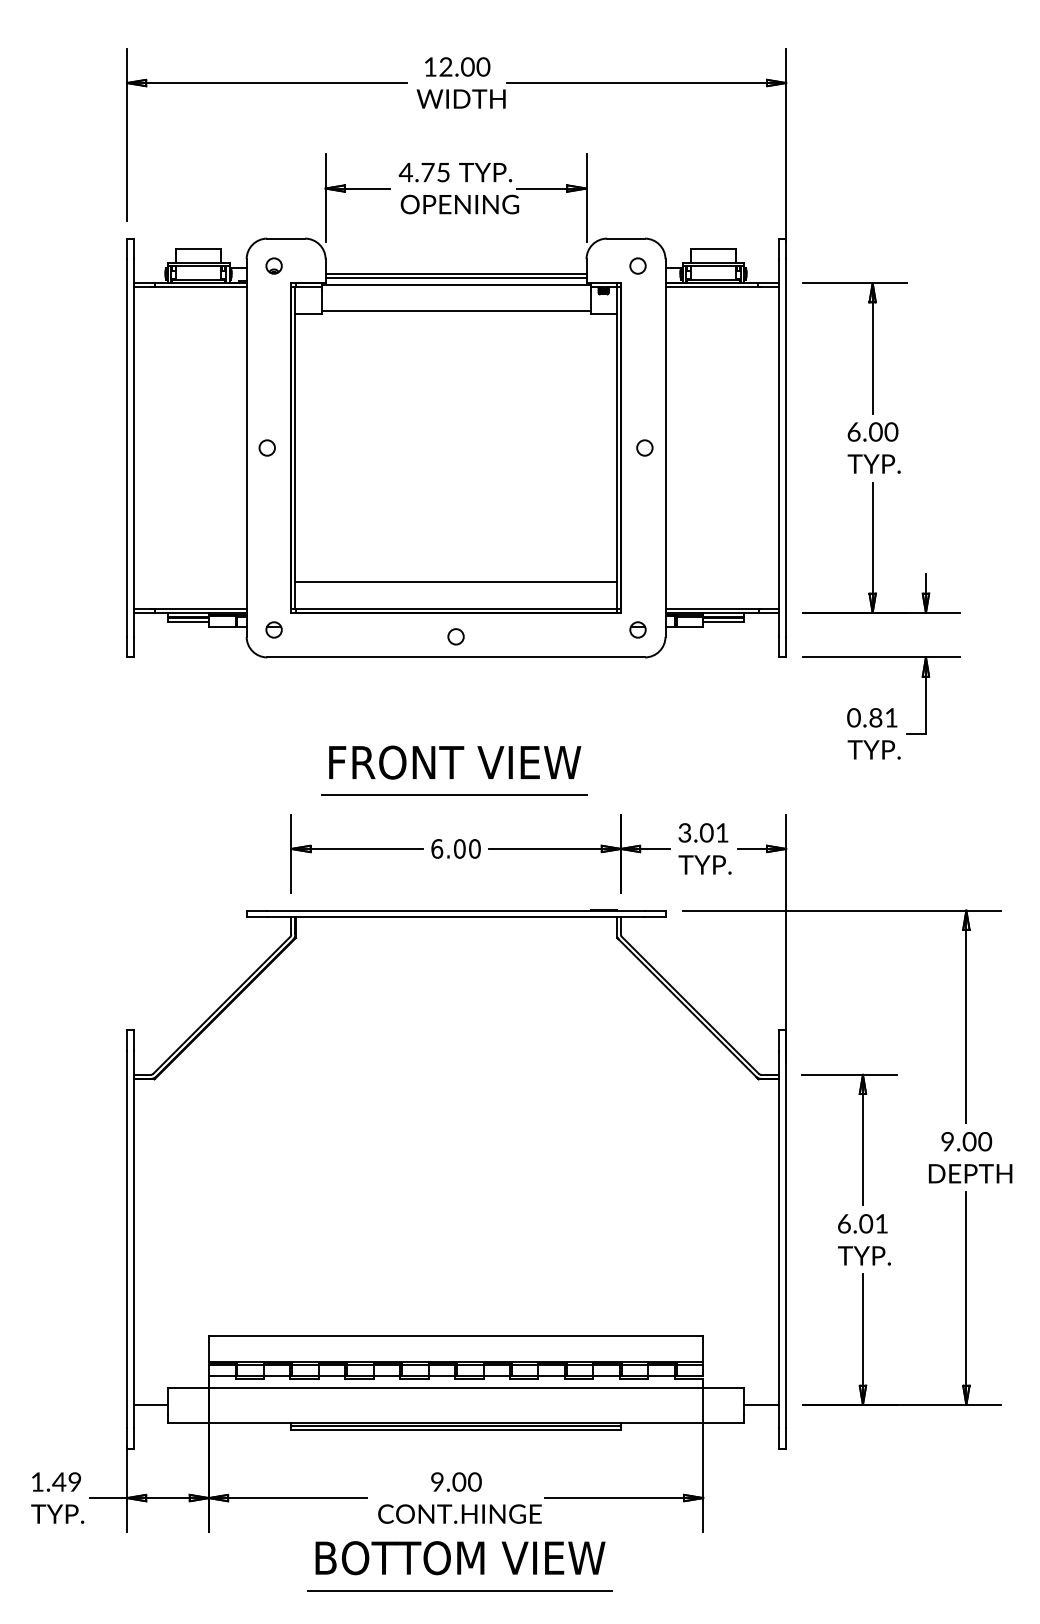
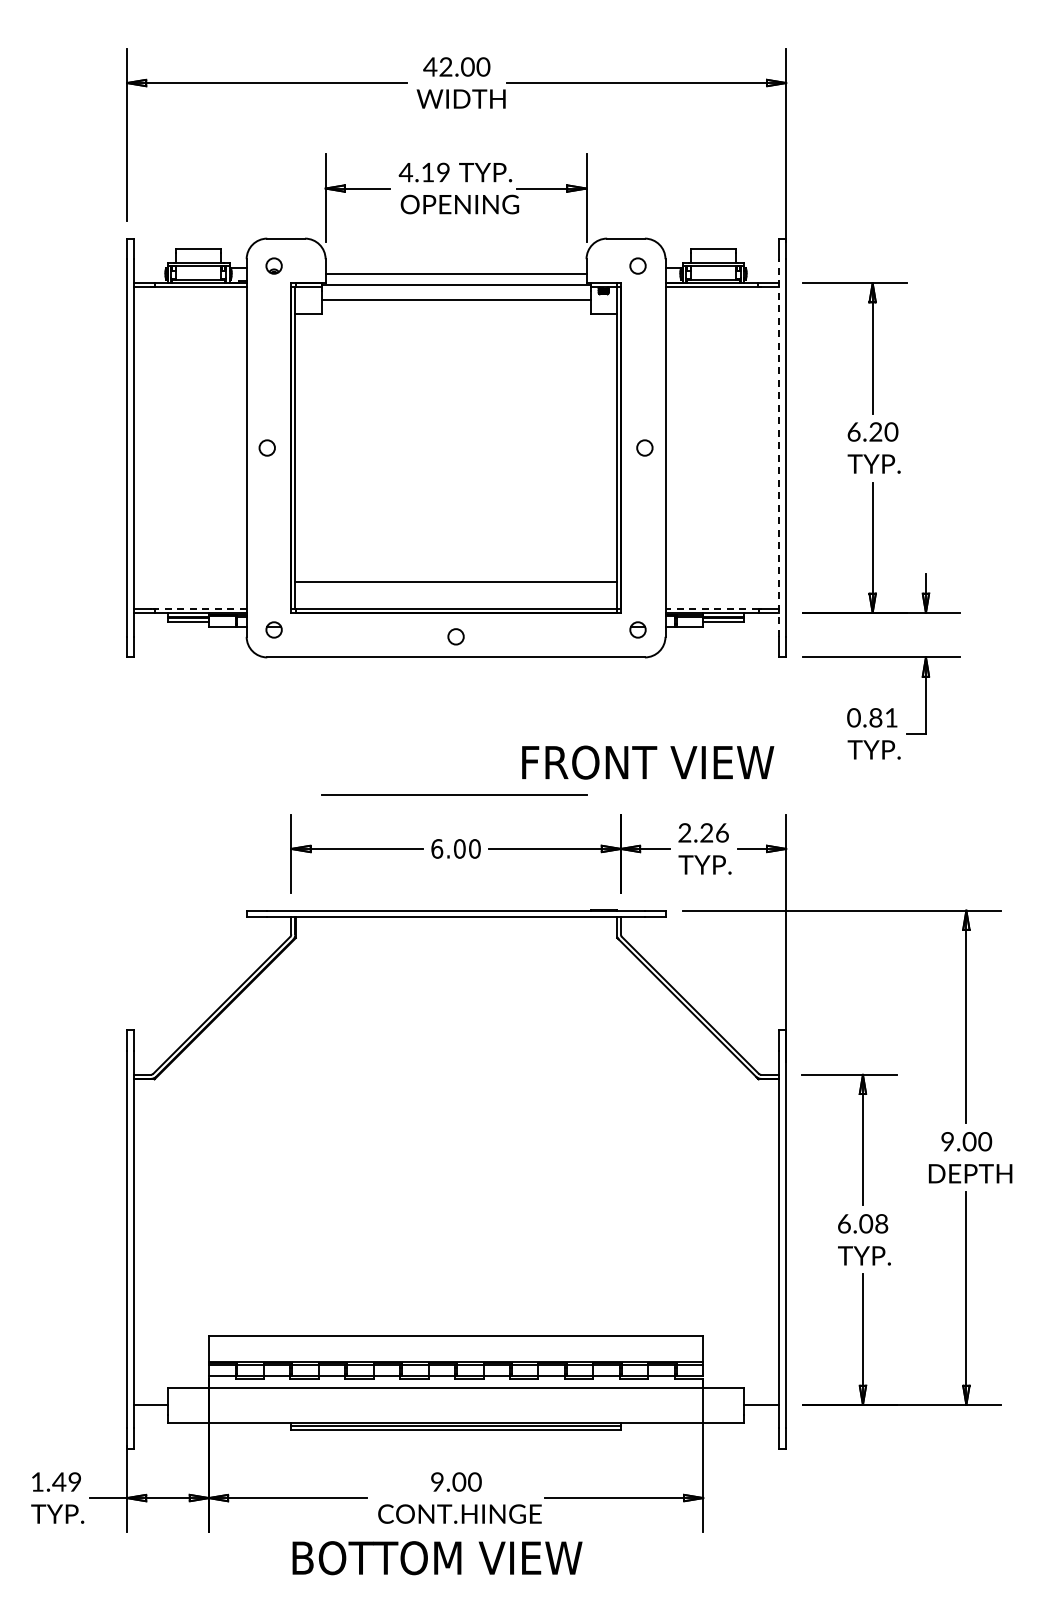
text at (430, 66): 12.00 -> 42.00
text at (435, 172): 4.75 -> 4.19
line at (455, 278): present -> none
line at (456, 310) position: (456, 310) -> (456, 299)
text at (875, 431): 6.00 -> 6.20
line at (779, 448): solid -> dashed
line at (200, 608): solid -> dashed
line at (712, 608): solid -> dashed
text at (455, 762) position: (455, 762) -> (648, 762)
text at (703, 832): 3.01 -> 2.26
text at (881, 1223): 6.01 -> 6.08
text at (460, 1558) position: (460, 1558) -> (437, 1558)
line at (459, 1590): present -> none
